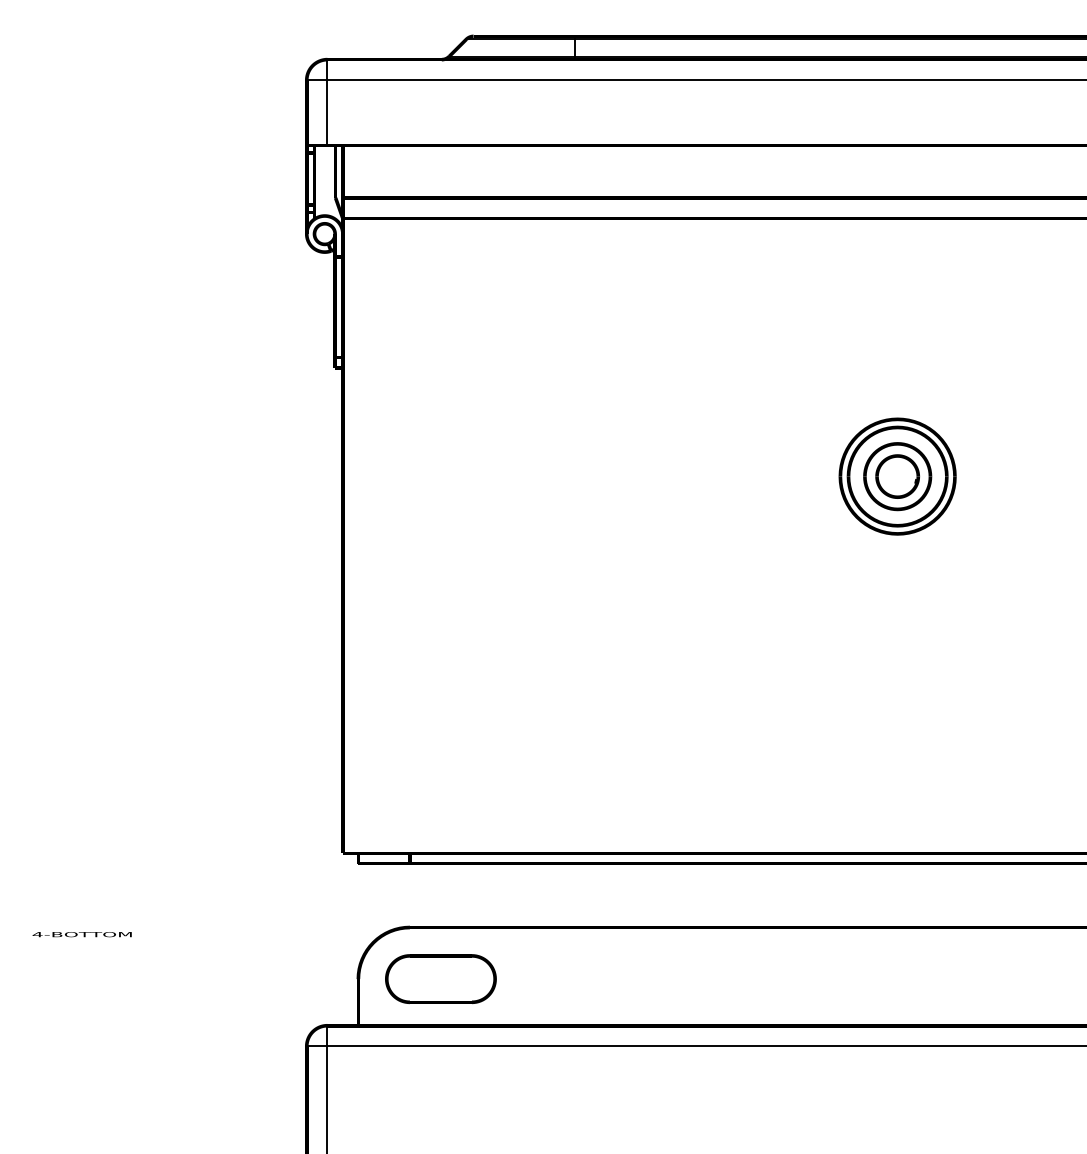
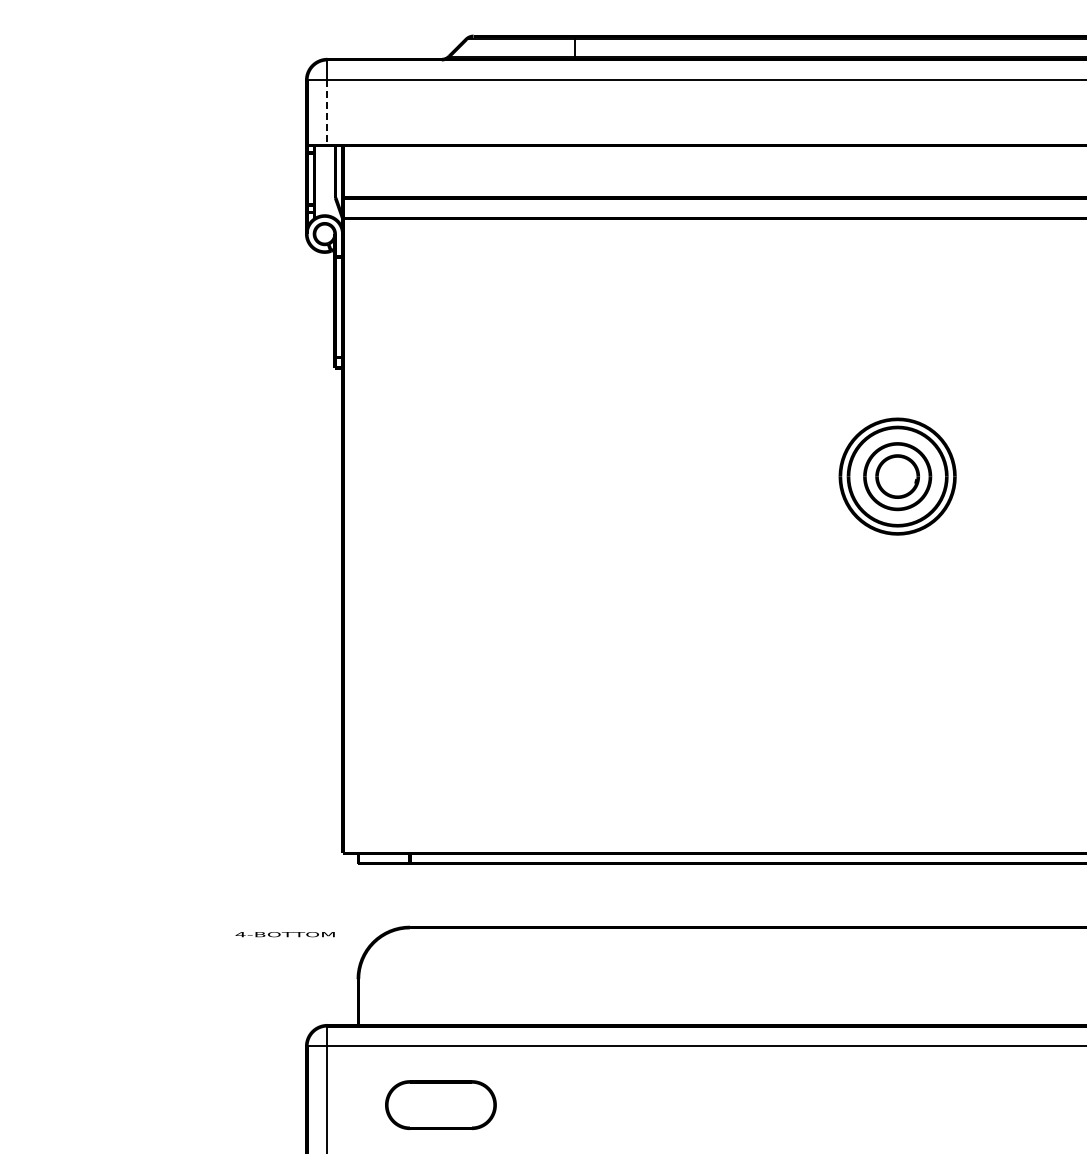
line at (327, 112): solid -> dashed
text at (81, 934) position: (81, 934) -> (284, 934)
part at (440, 978) position: (440, 978) -> (440, 1104)
